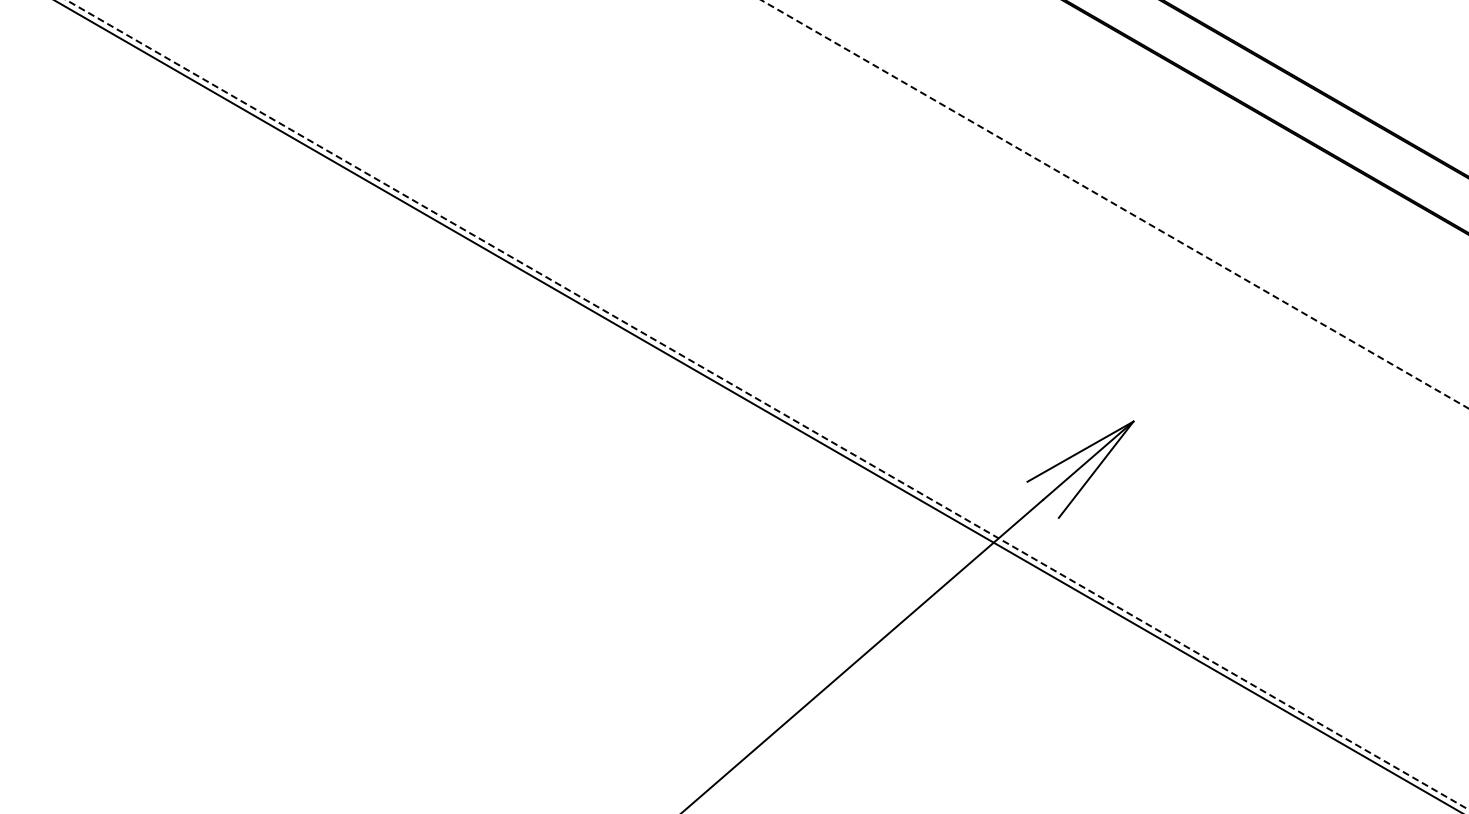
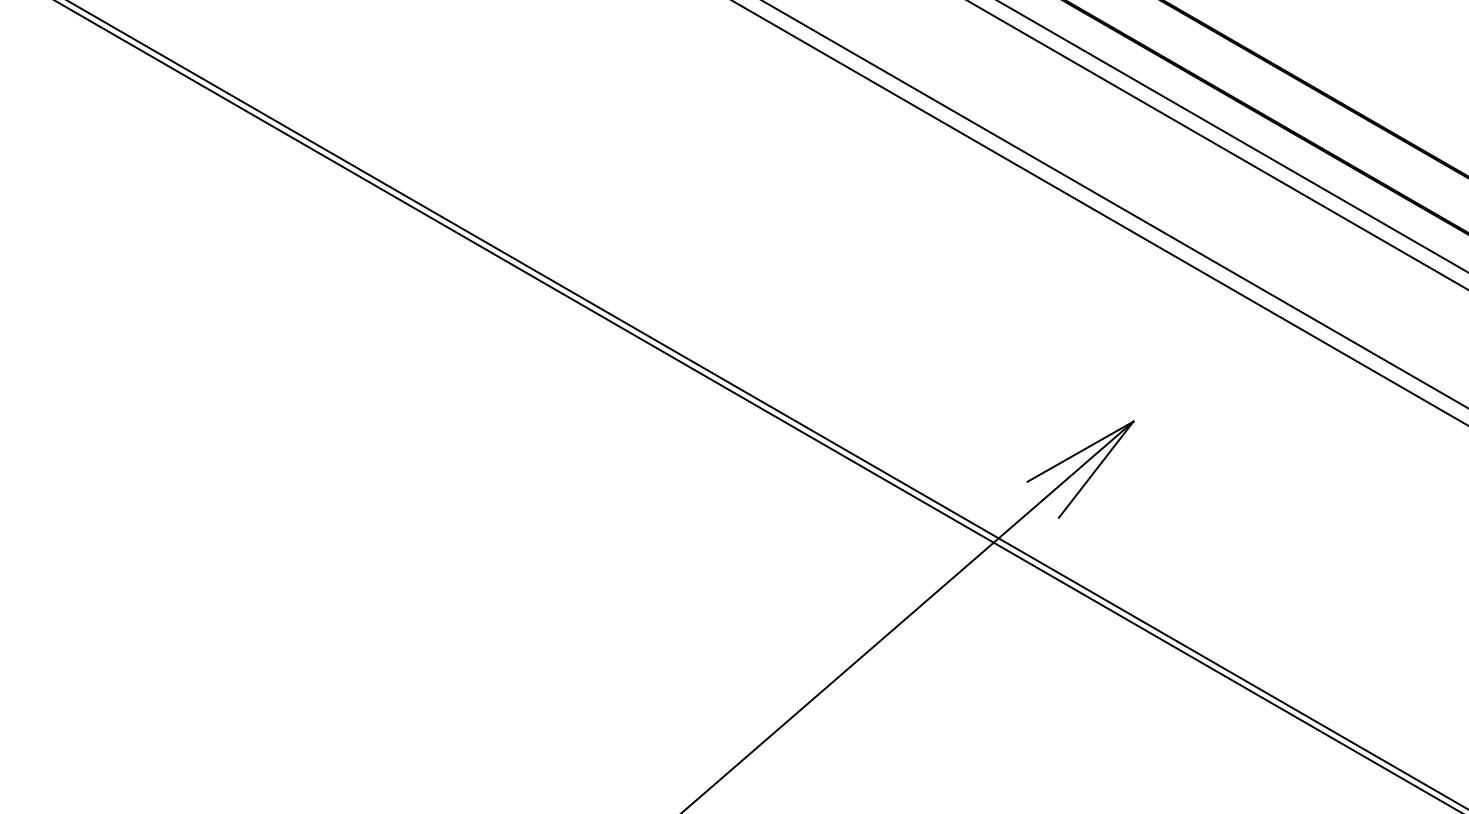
line at (1232, 136): none -> present
line at (1217, 145): none -> present
line at (1114, 204): dashed -> solid
line at (1099, 213): none -> present
line at (767, 404): dashed -> solid
